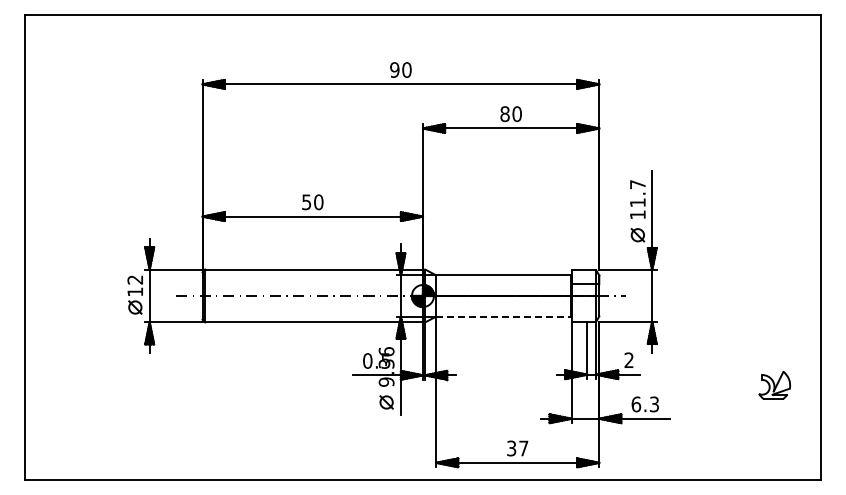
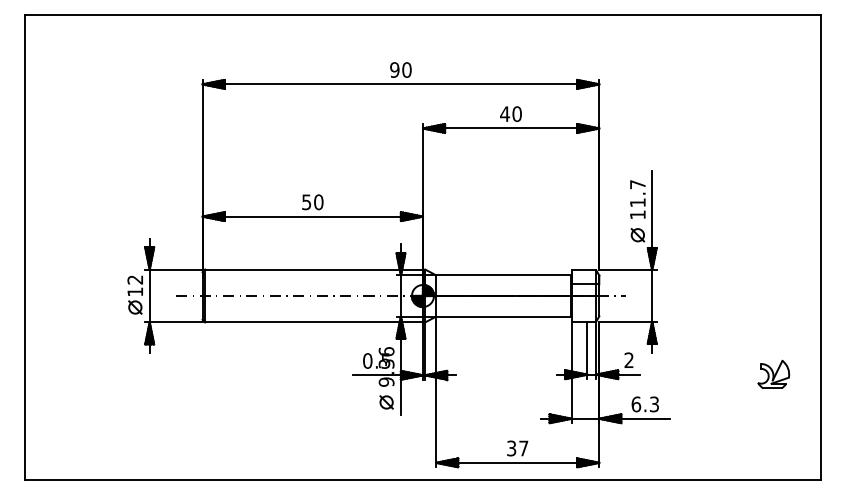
text at (505, 114): 80 -> 40
line at (503, 316): dashed -> solid
part at (774, 384) position: (774, 384) -> (773, 373)
